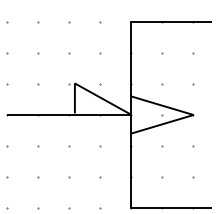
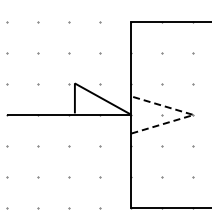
line at (193, 115): solid -> dashed
